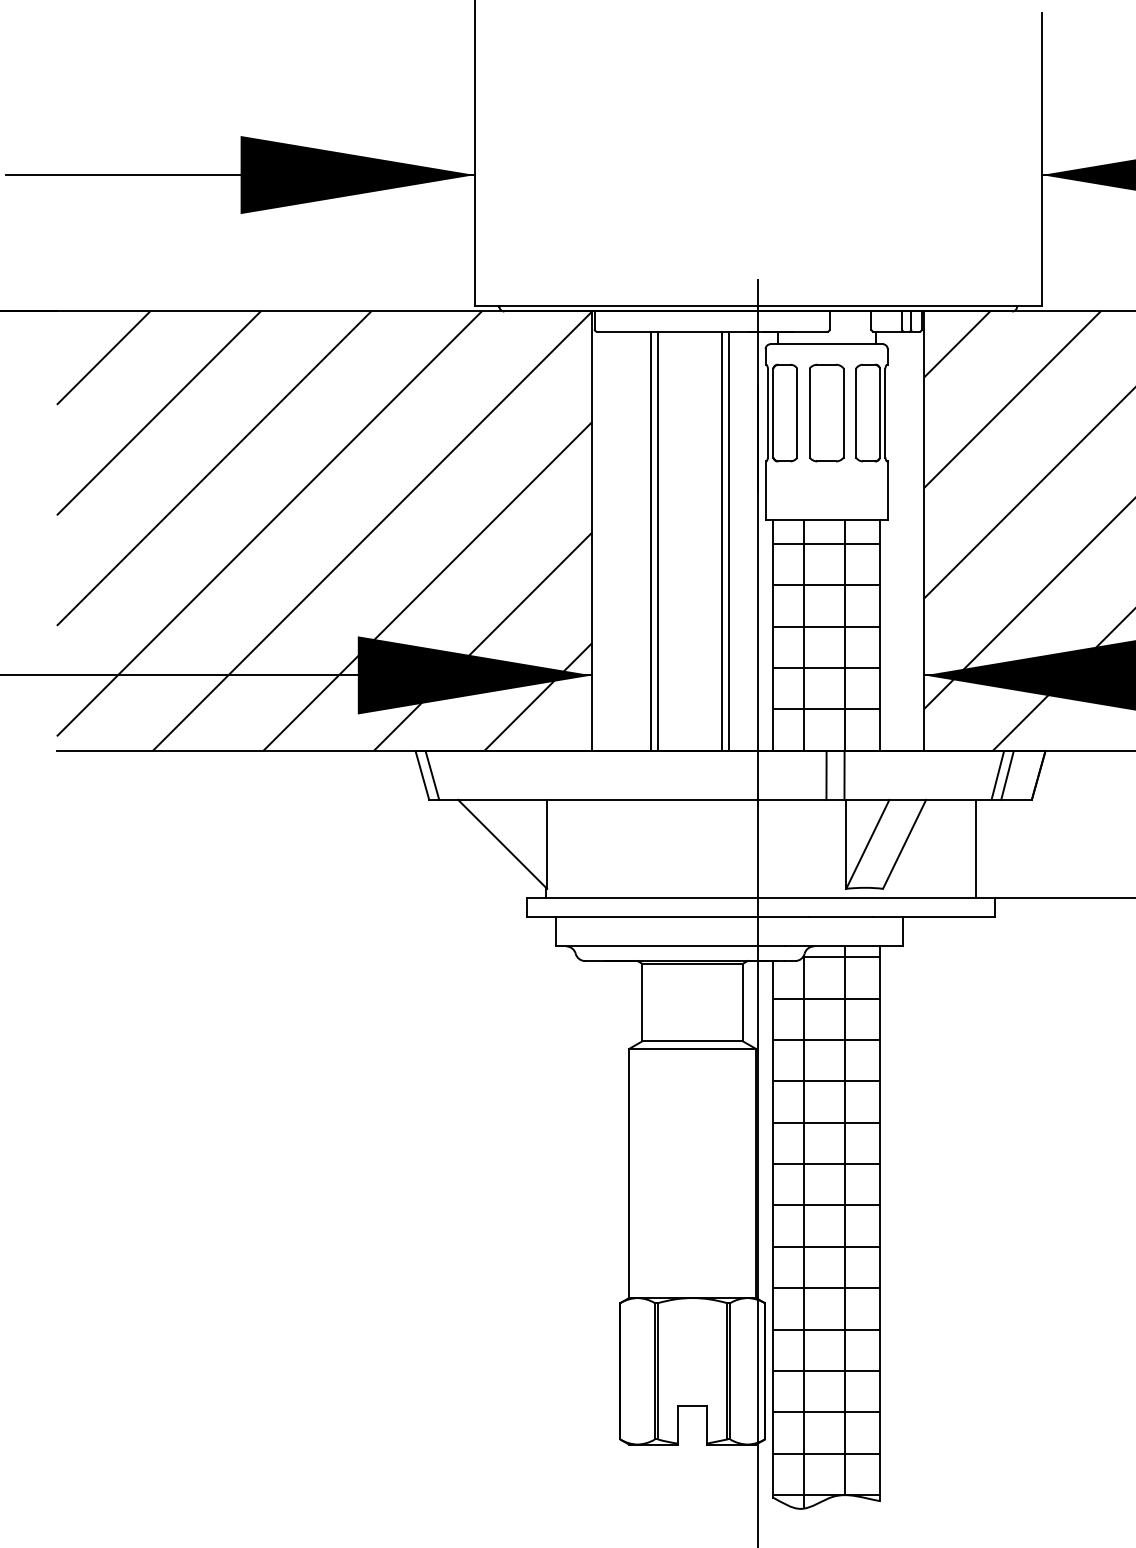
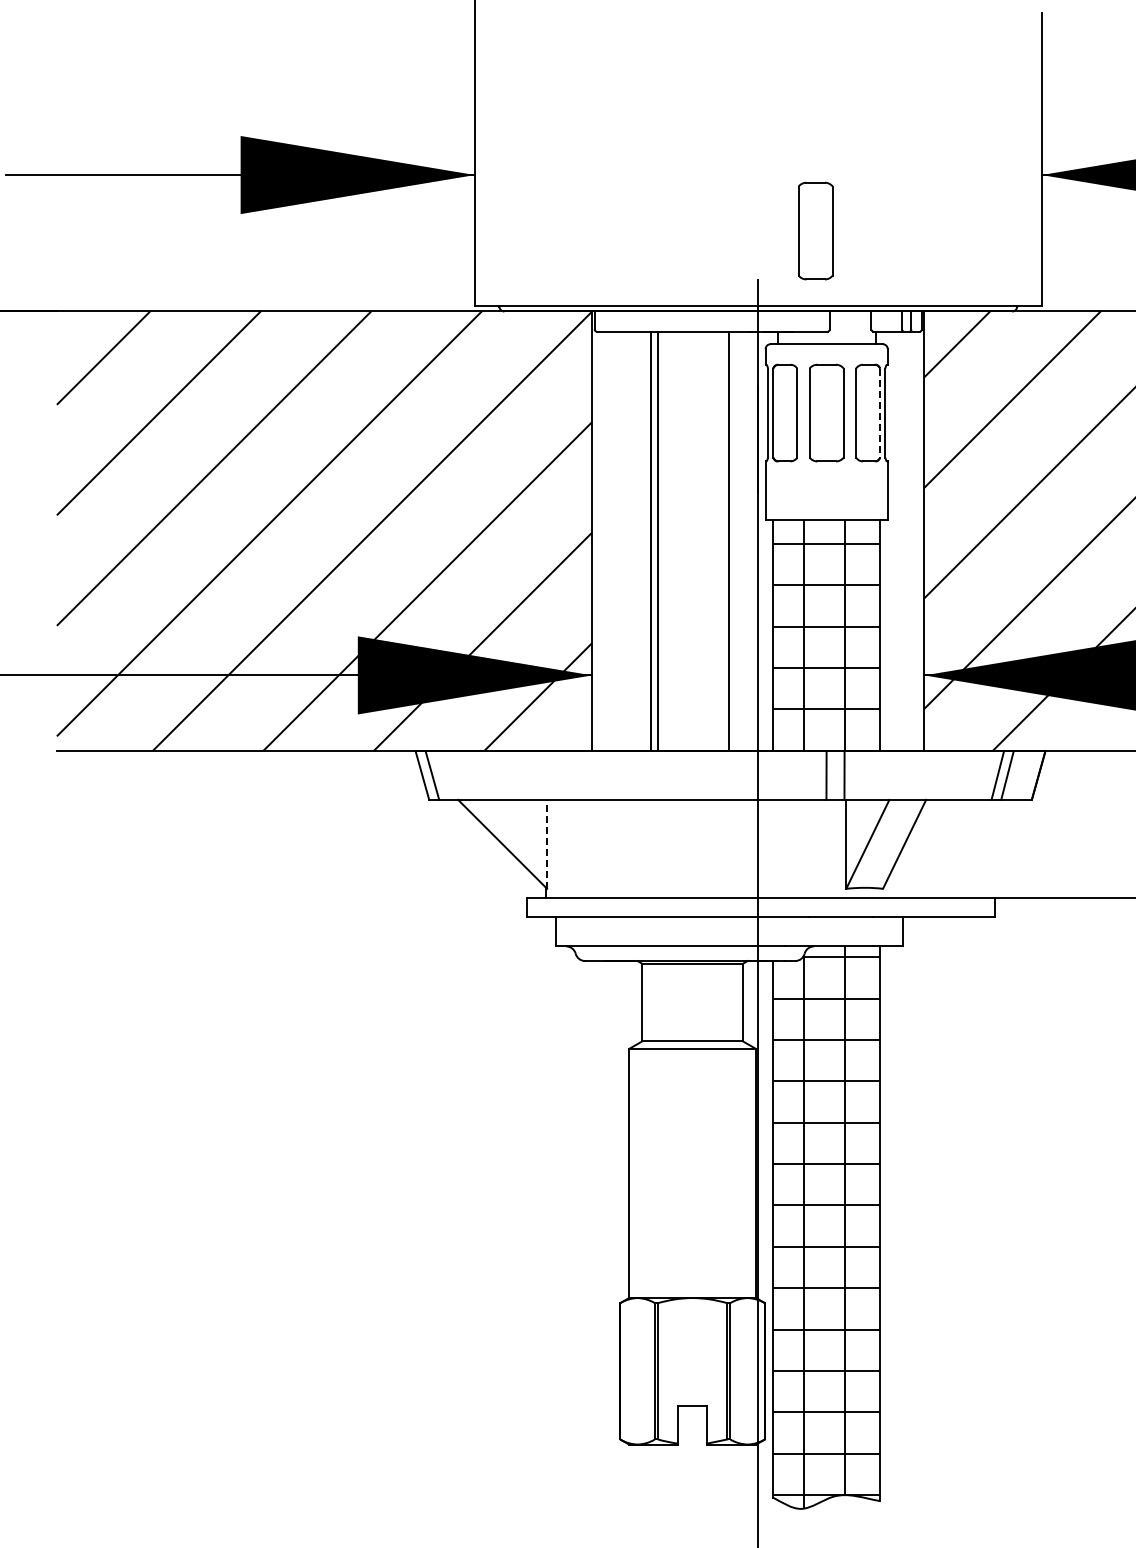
part at (815, 230): none -> present
line at (880, 413): solid -> dashed
line at (721, 541): present -> none
line at (547, 843): solid -> dashed
line at (975, 848): present -> none
